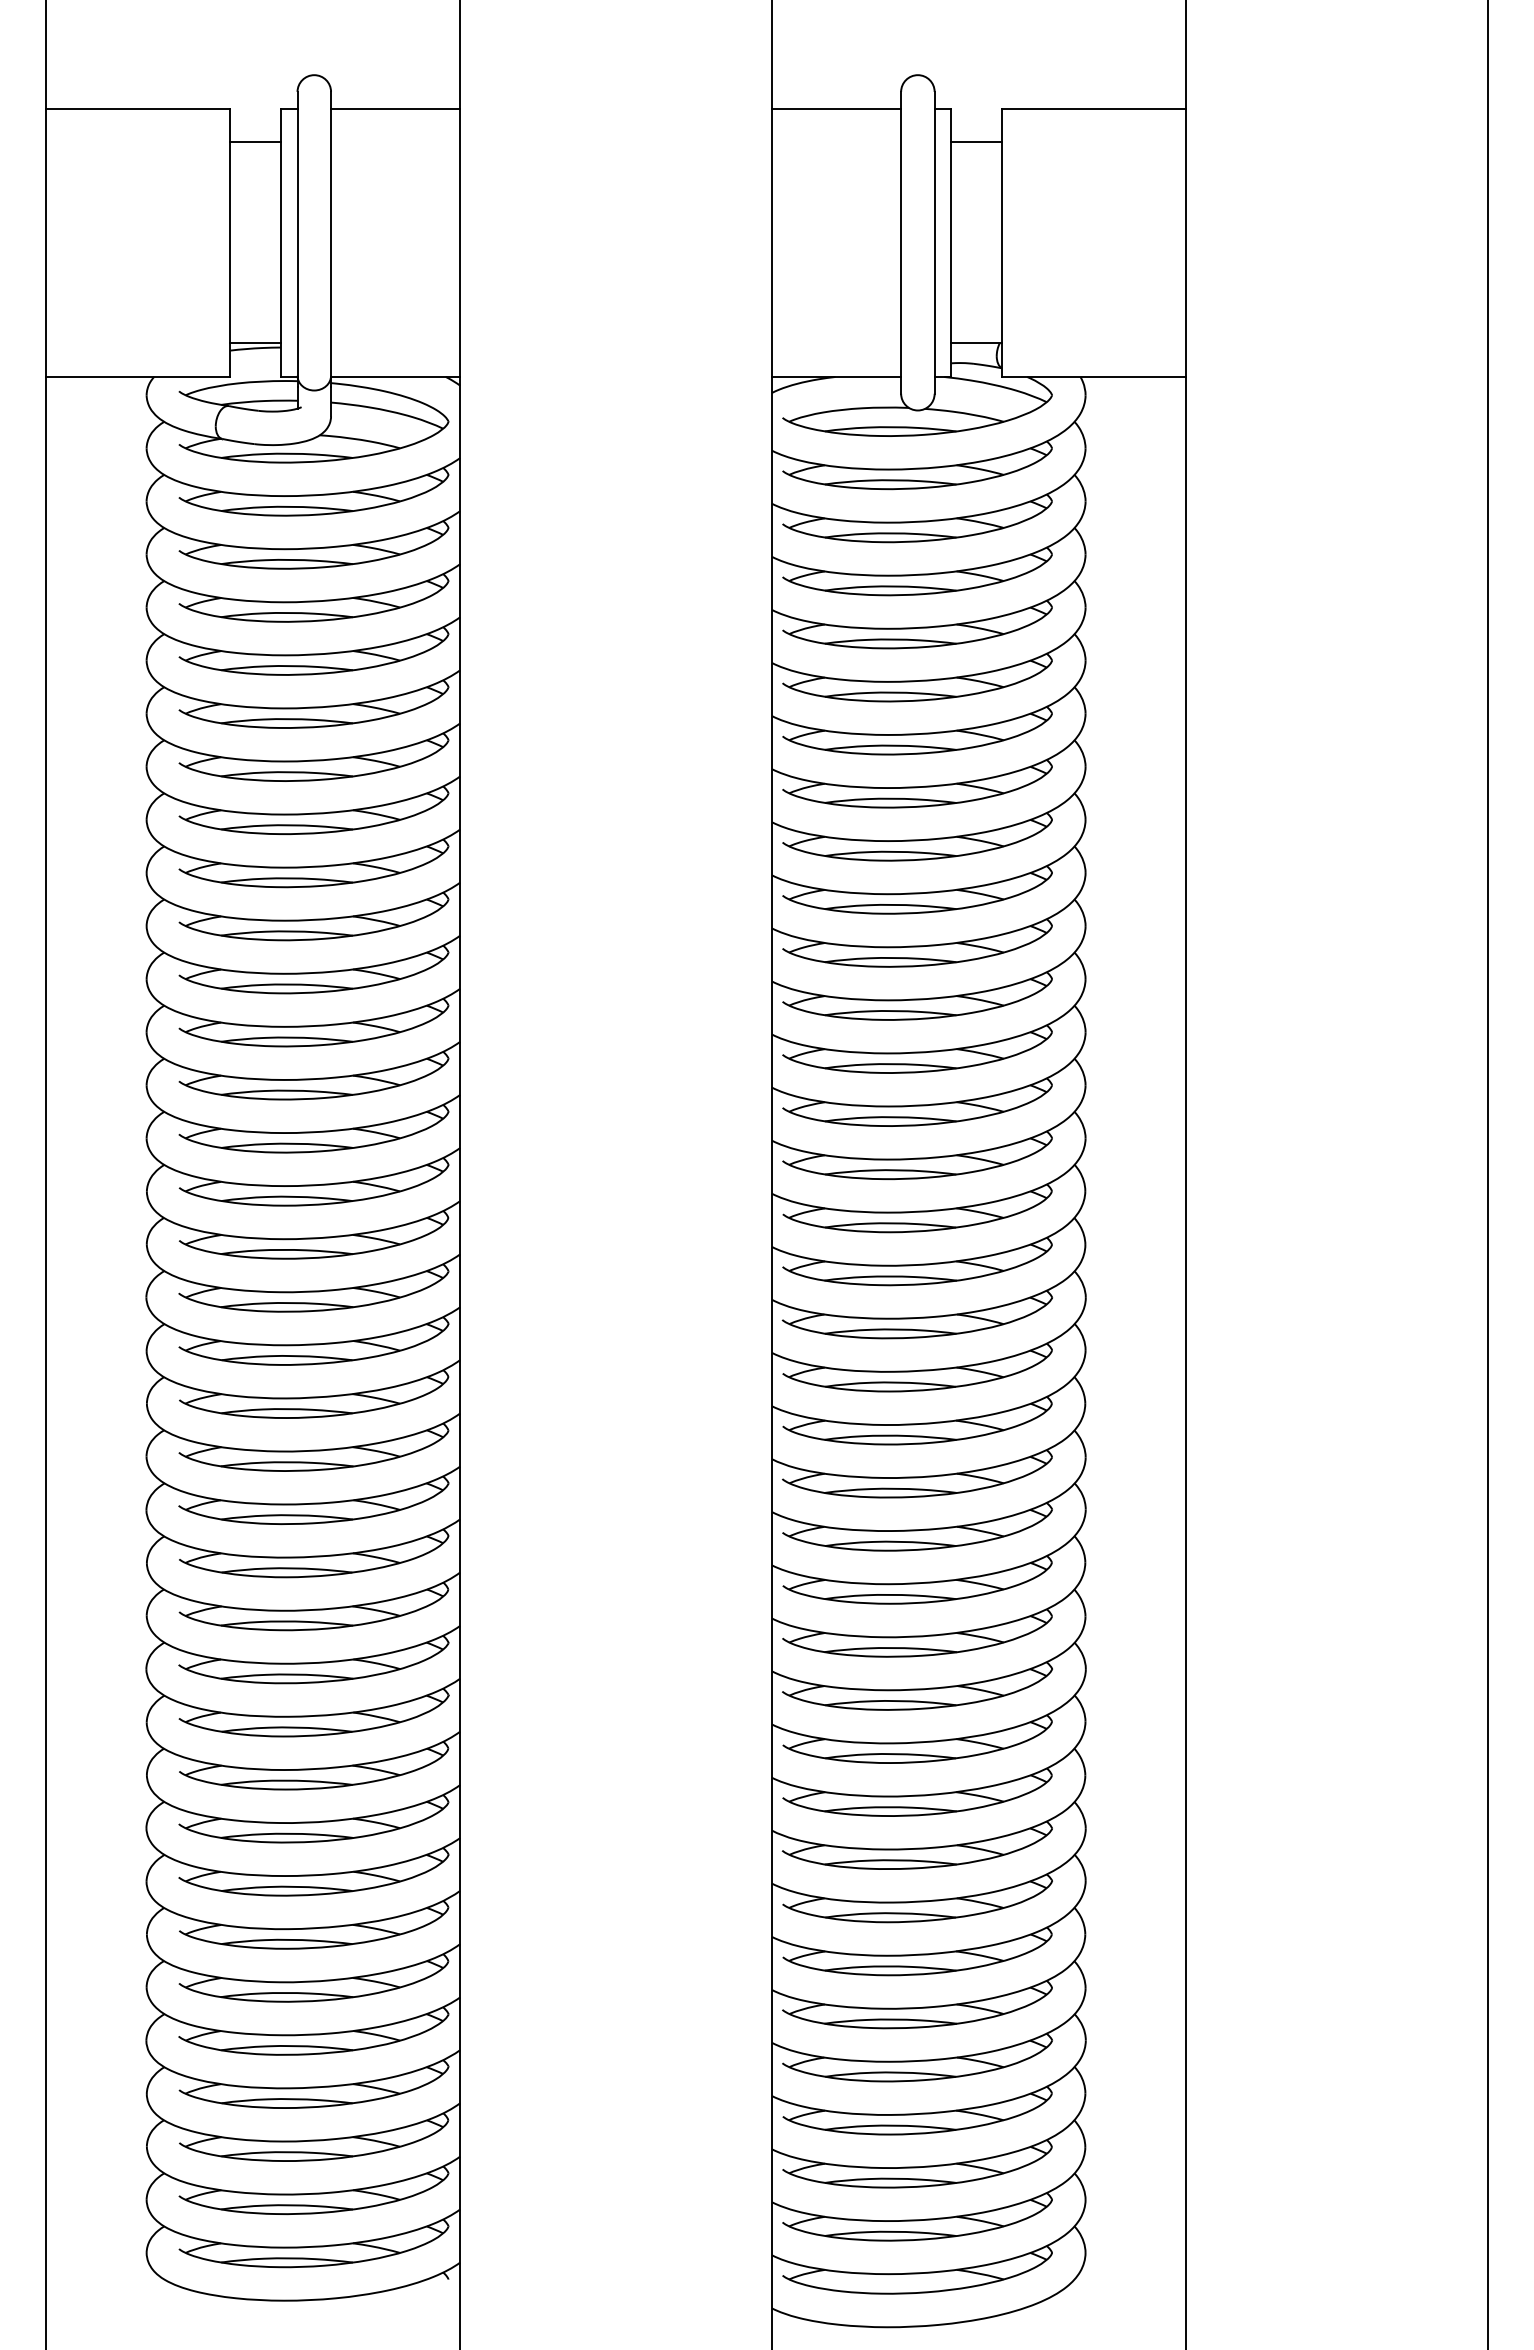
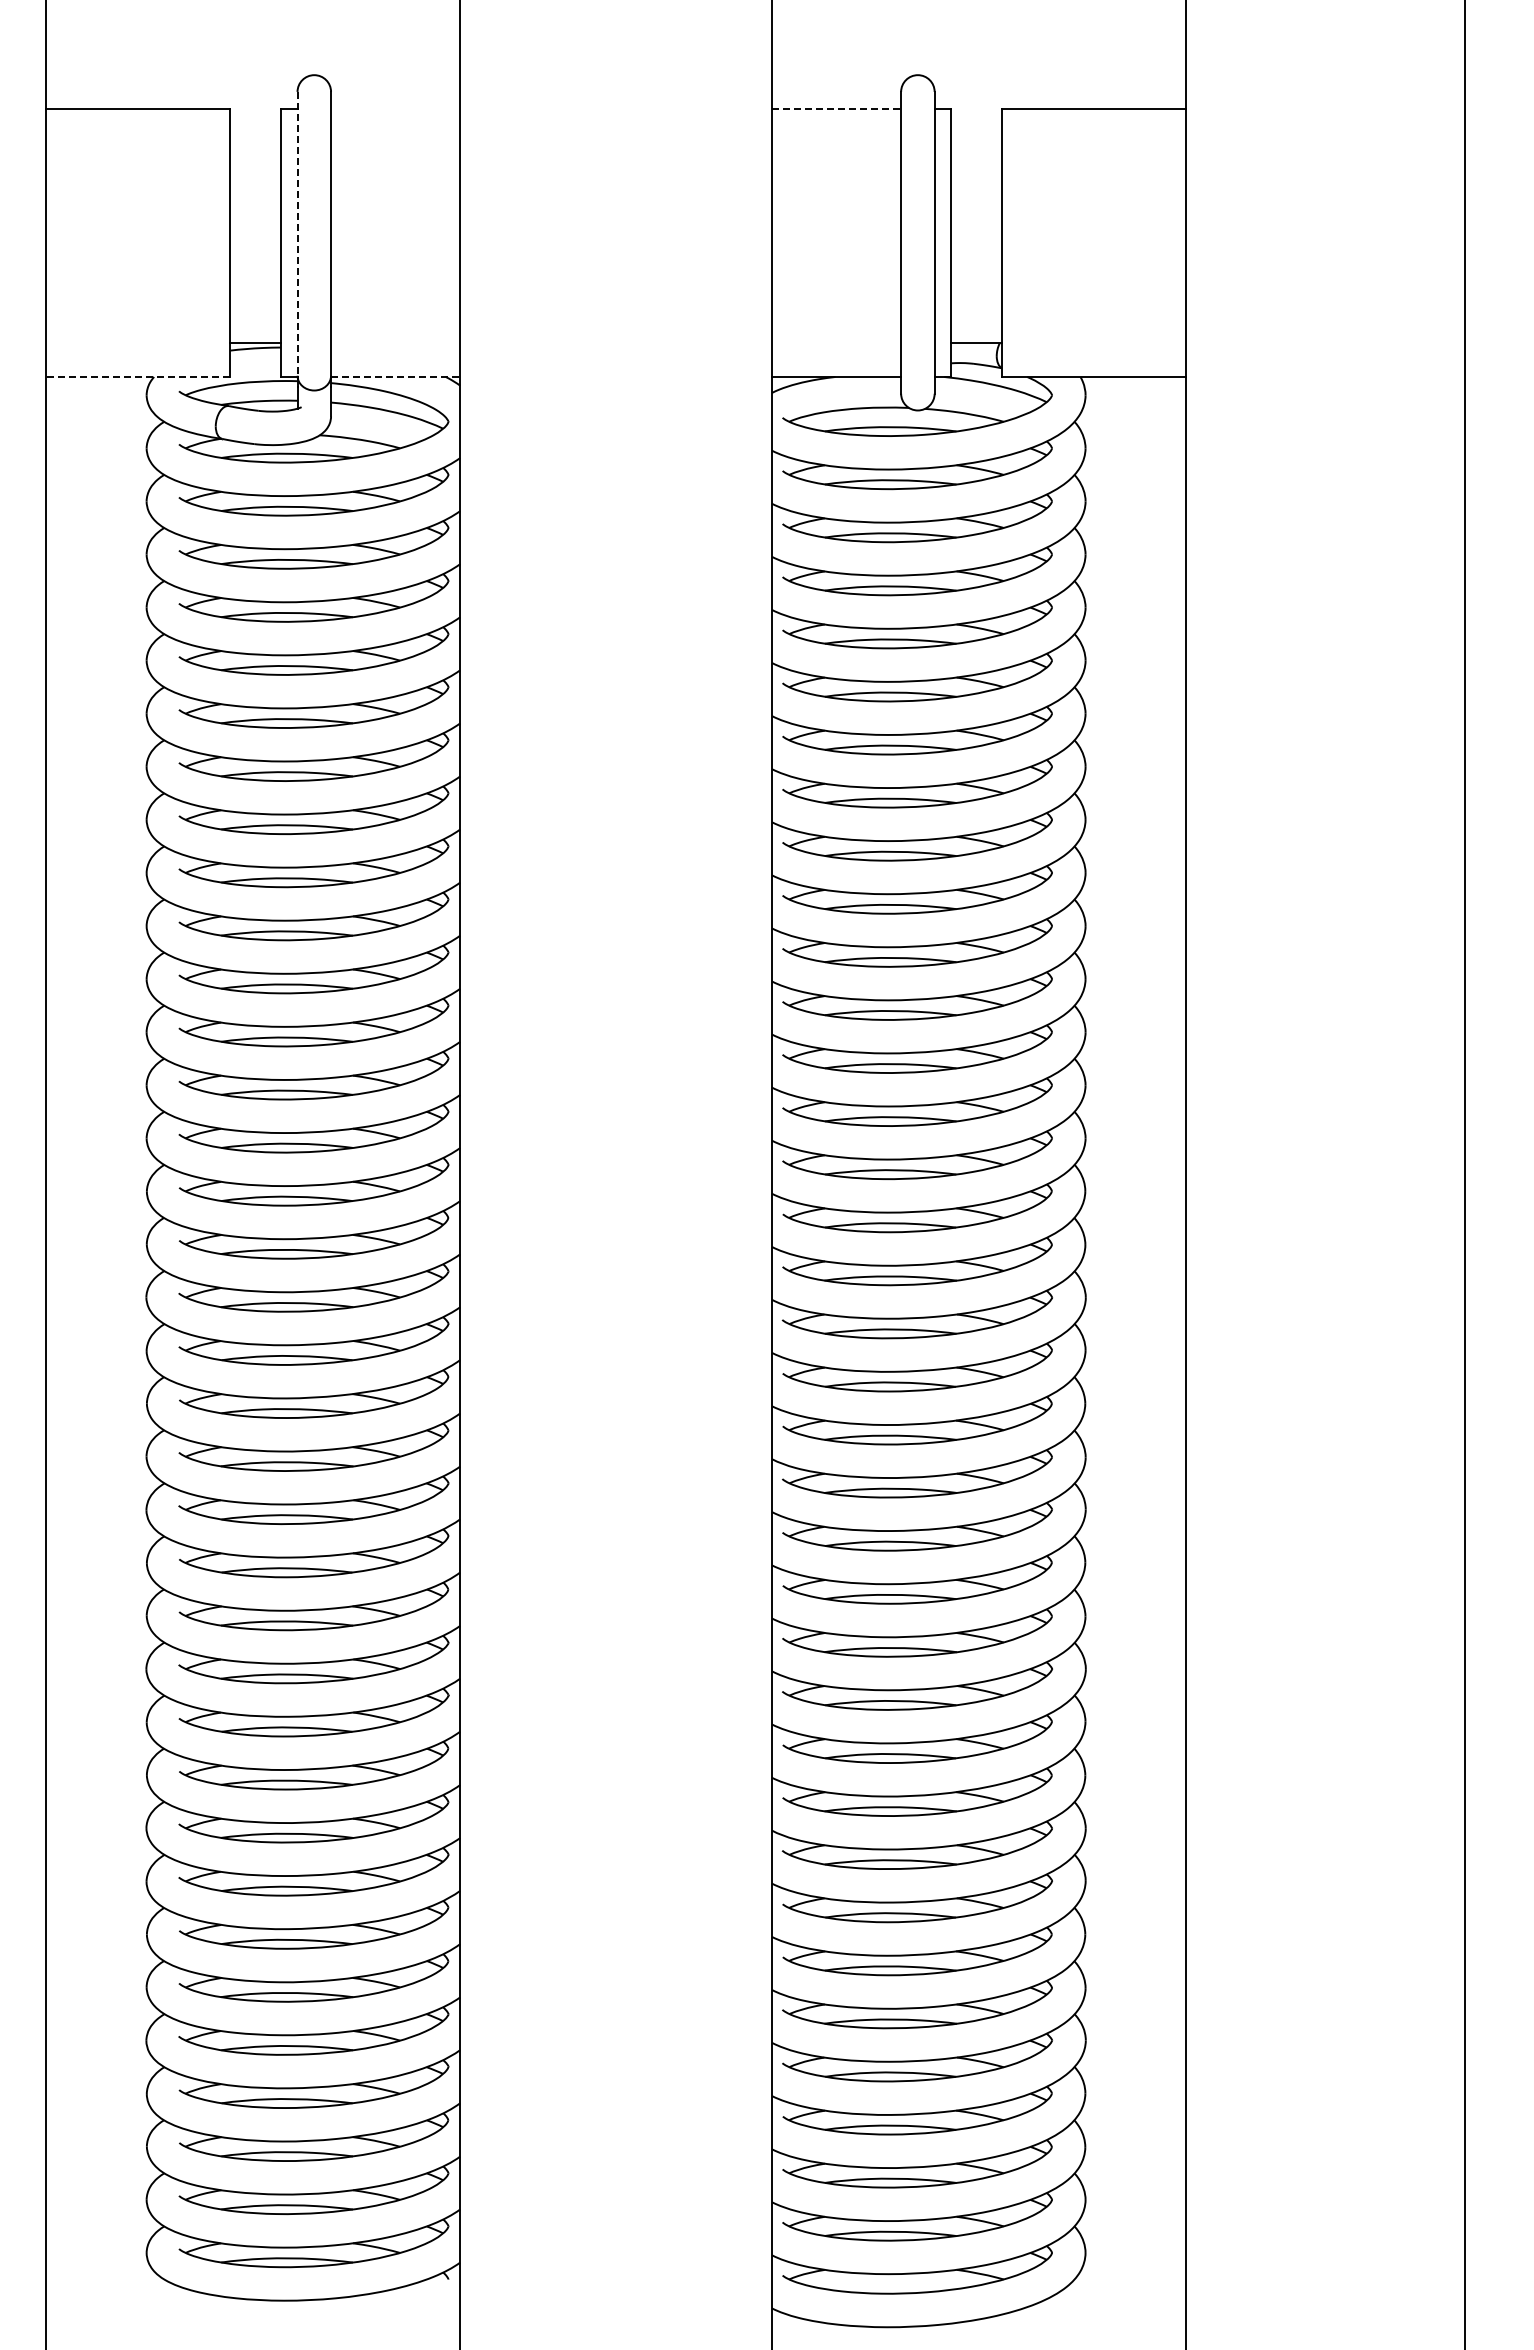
line at (395, 108): present -> none
line at (836, 108): solid -> dashed
line at (255, 142): present -> none
line at (976, 142): present -> none
line at (297, 233): solid -> dashed
line at (137, 376): solid -> dashed
line at (395, 376): solid -> dashed
line at (1487, 1174) position: (1487, 1174) -> (1464, 1174)
